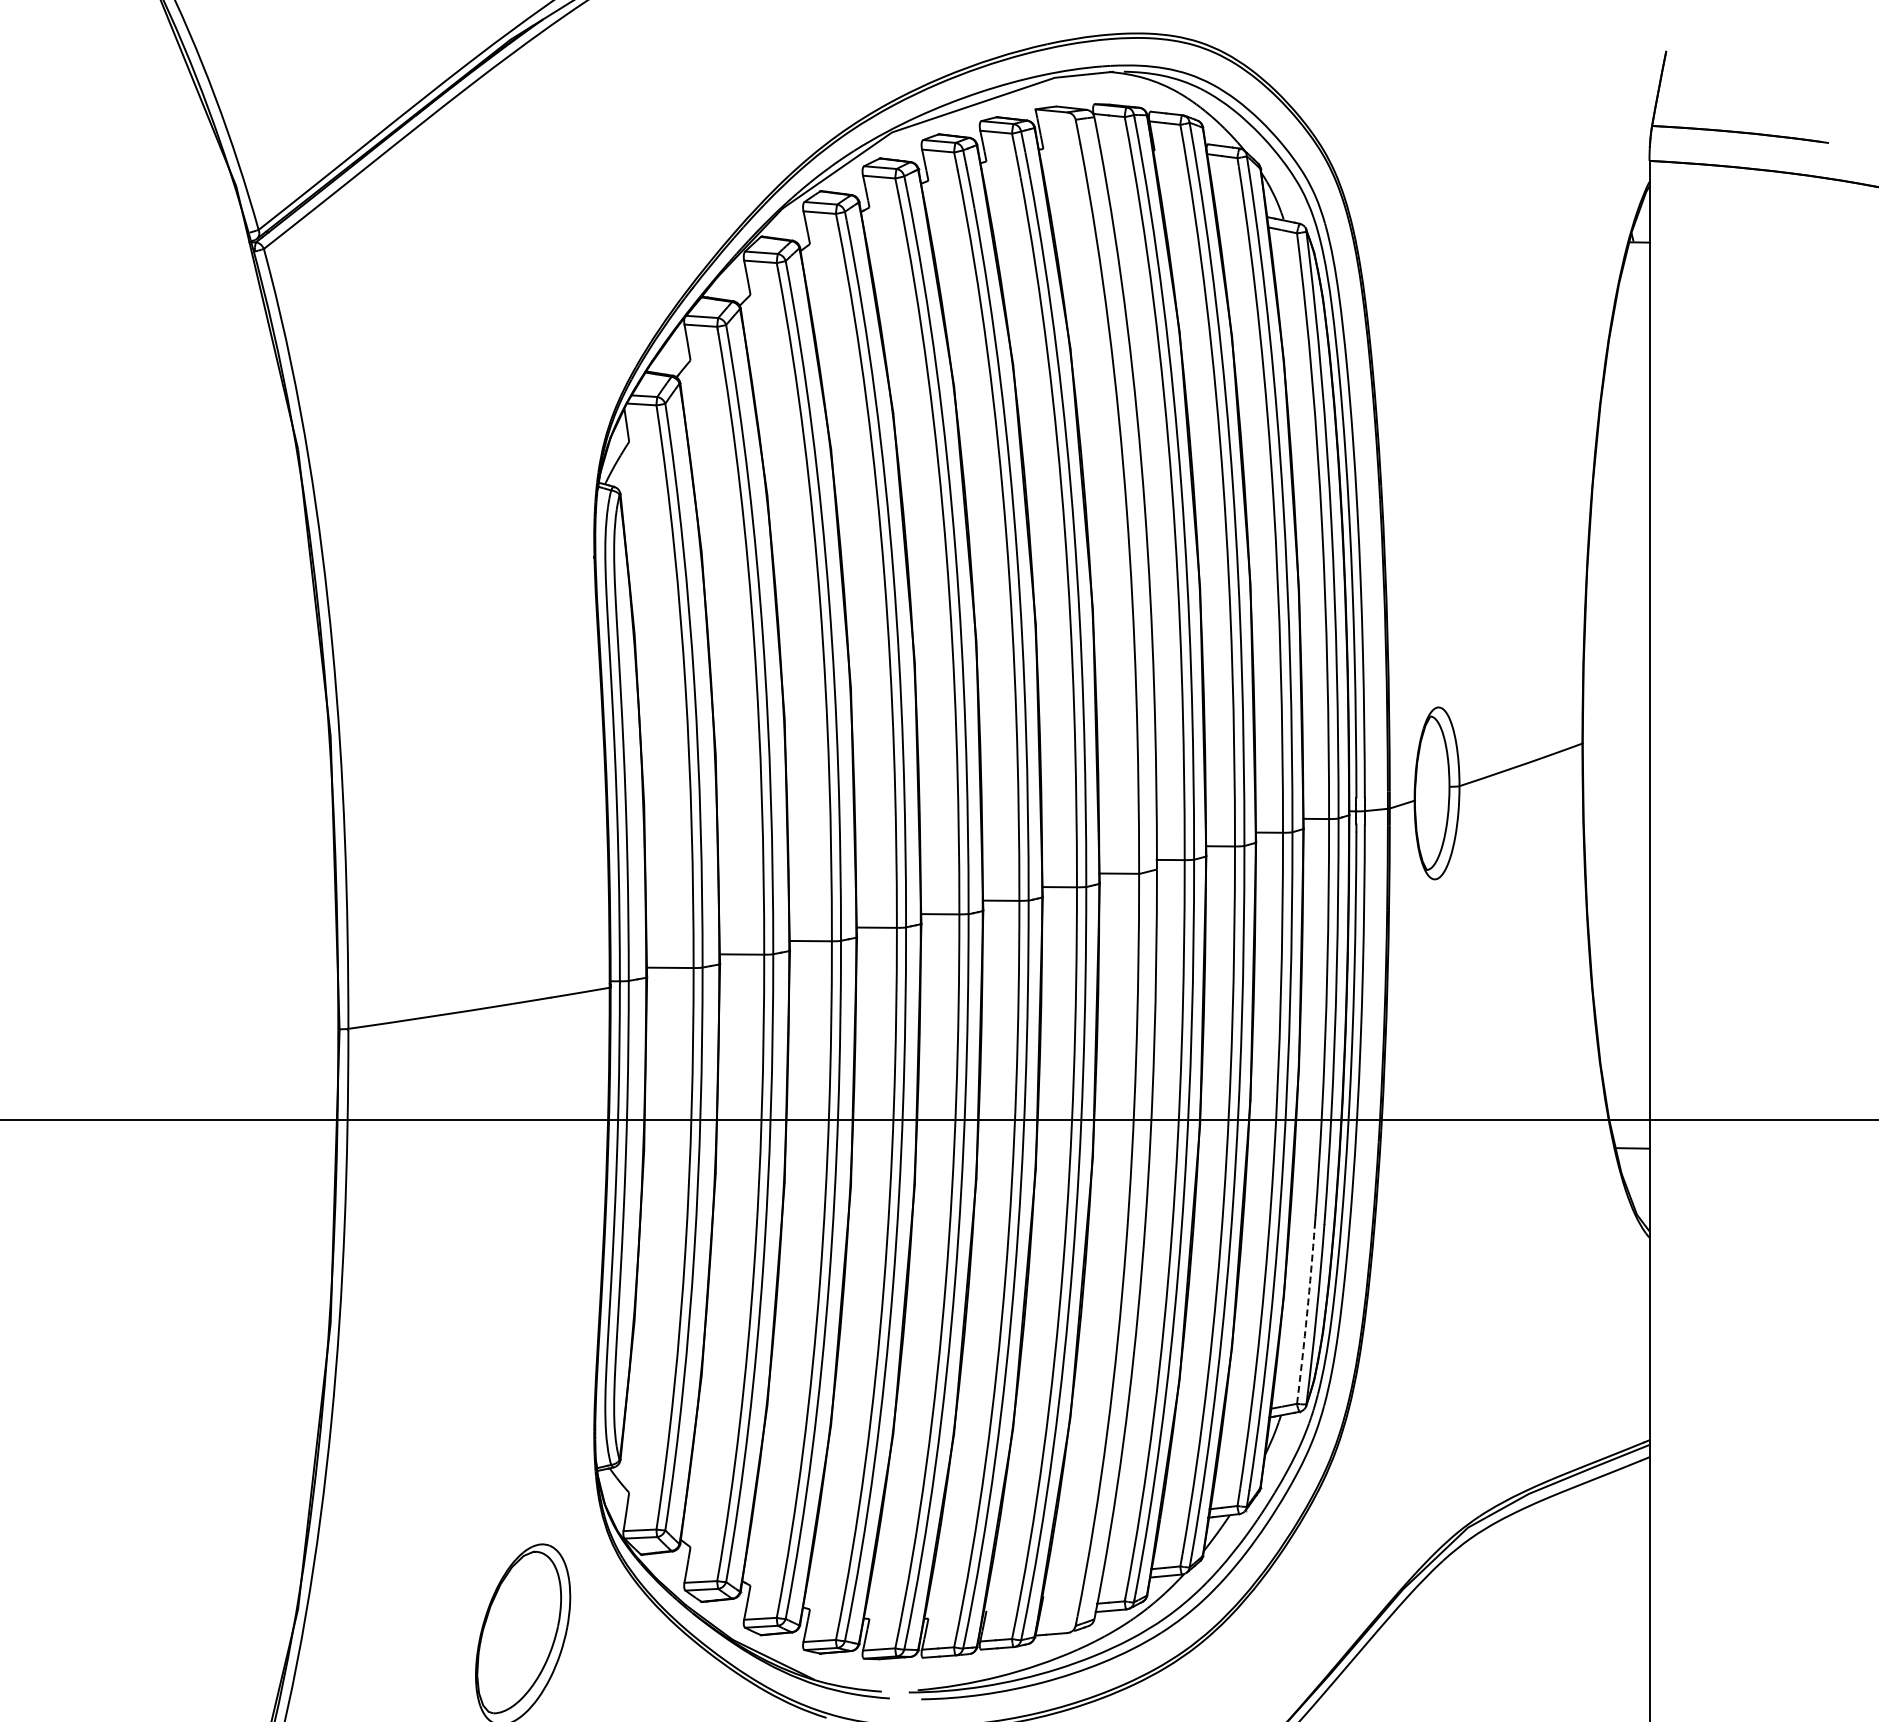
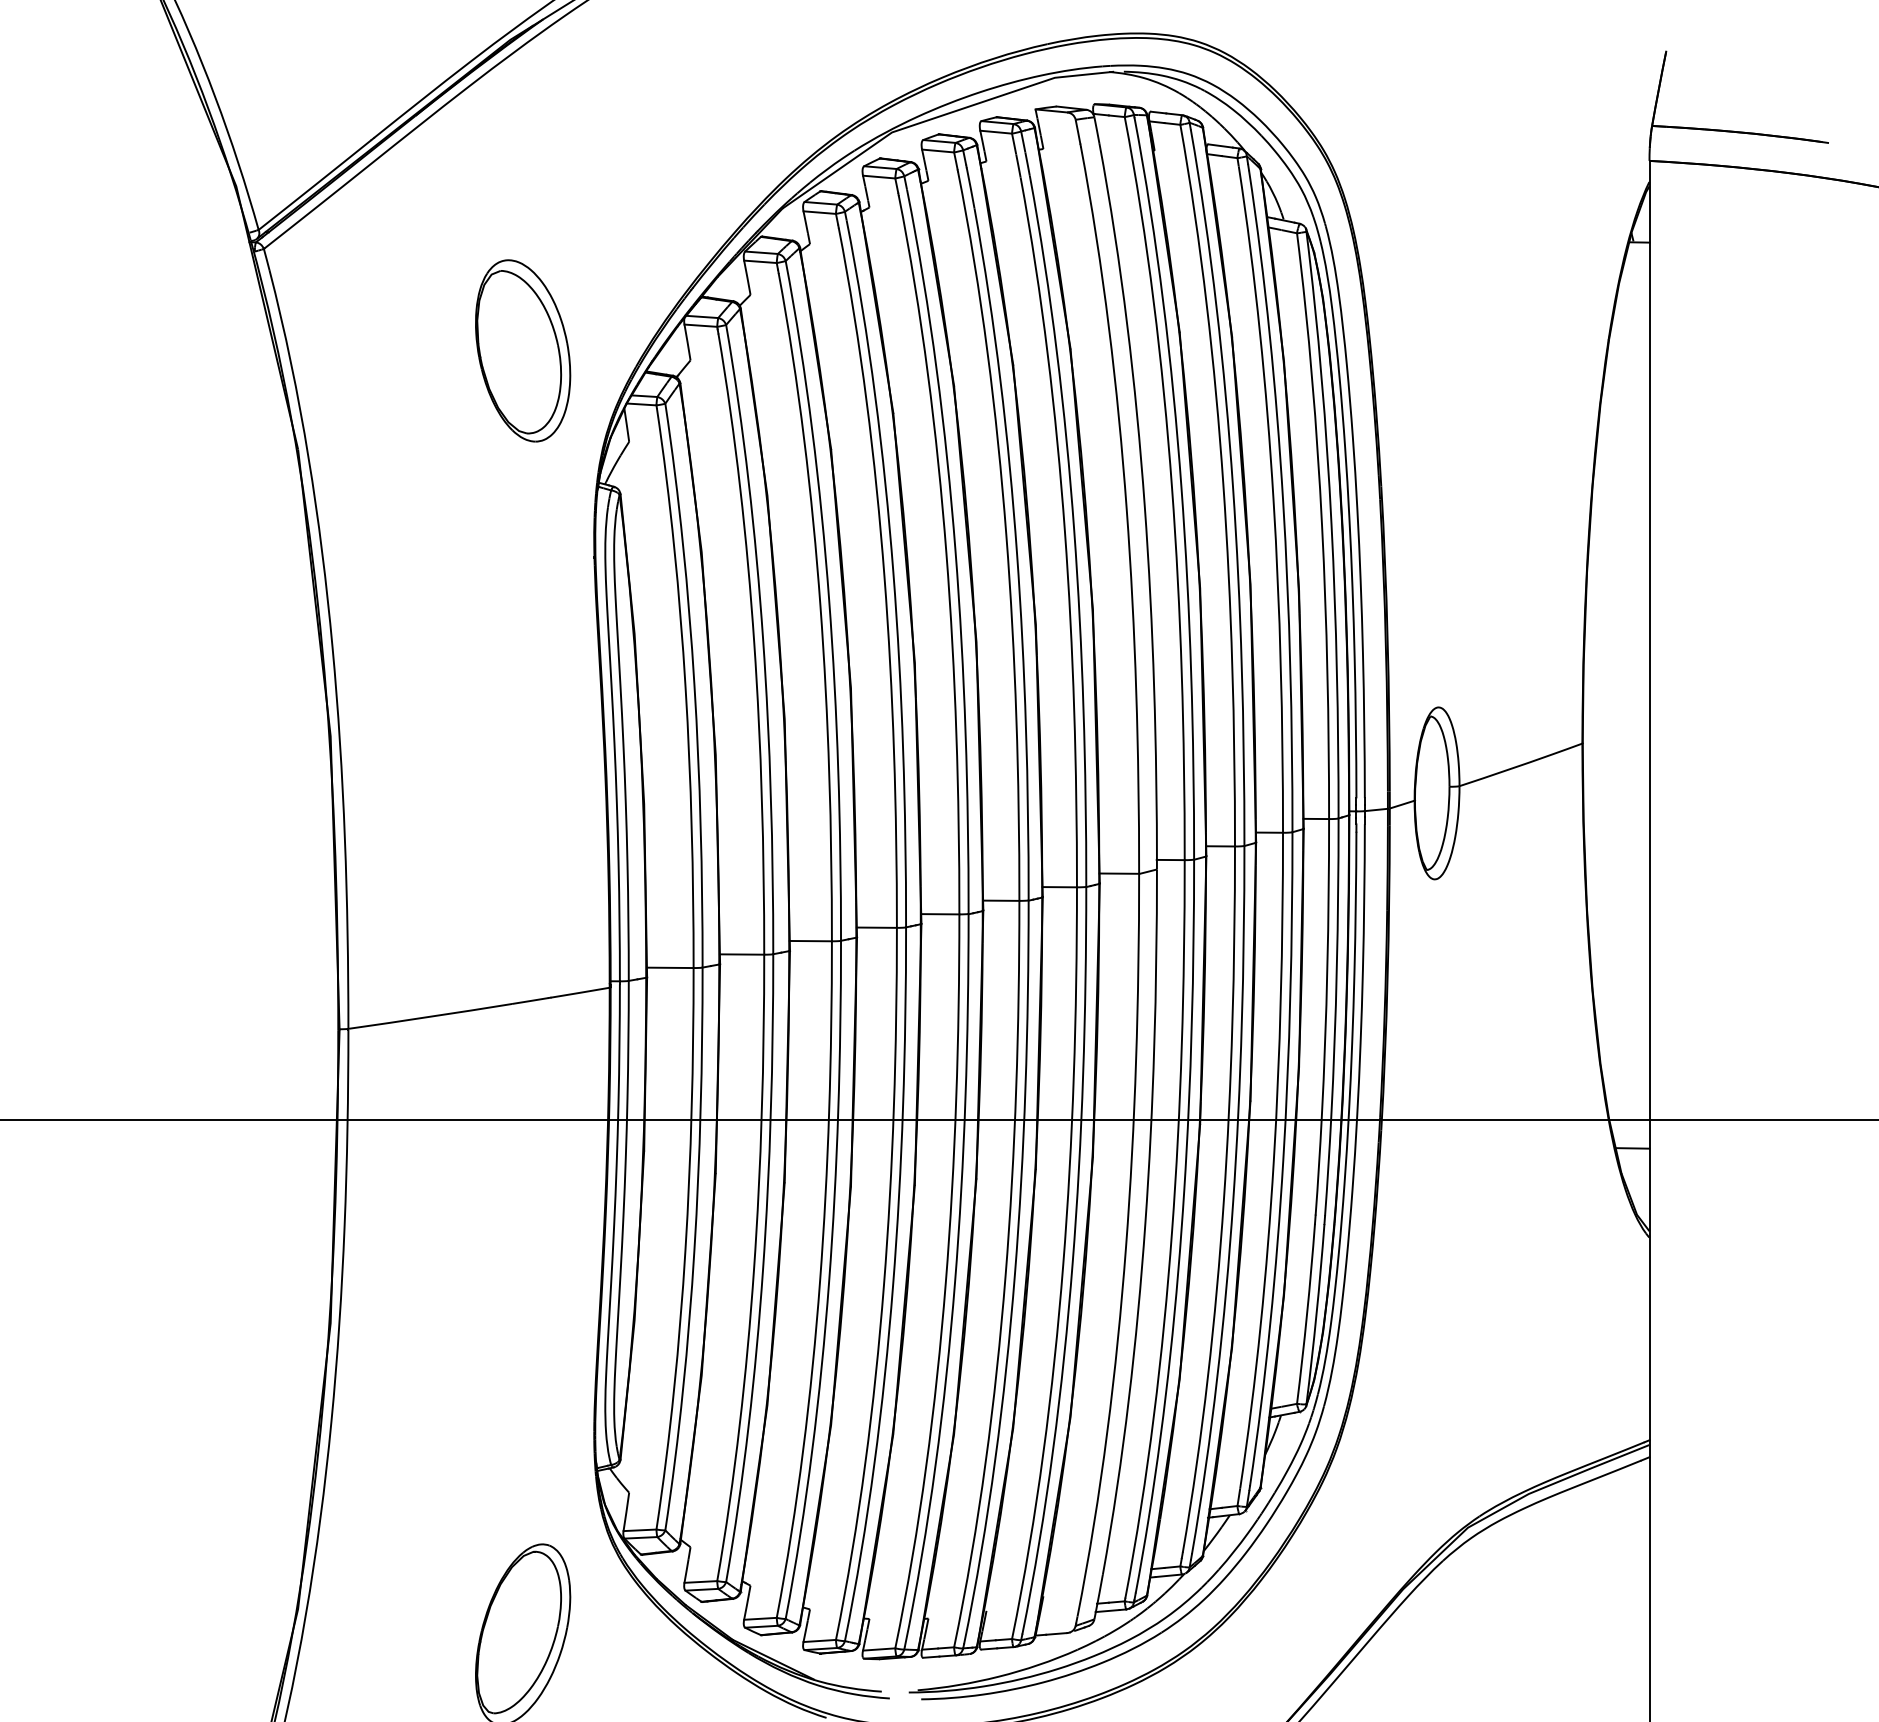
part at (523, 350): none -> present
arc at (1307, 1314): dashed -> solid
